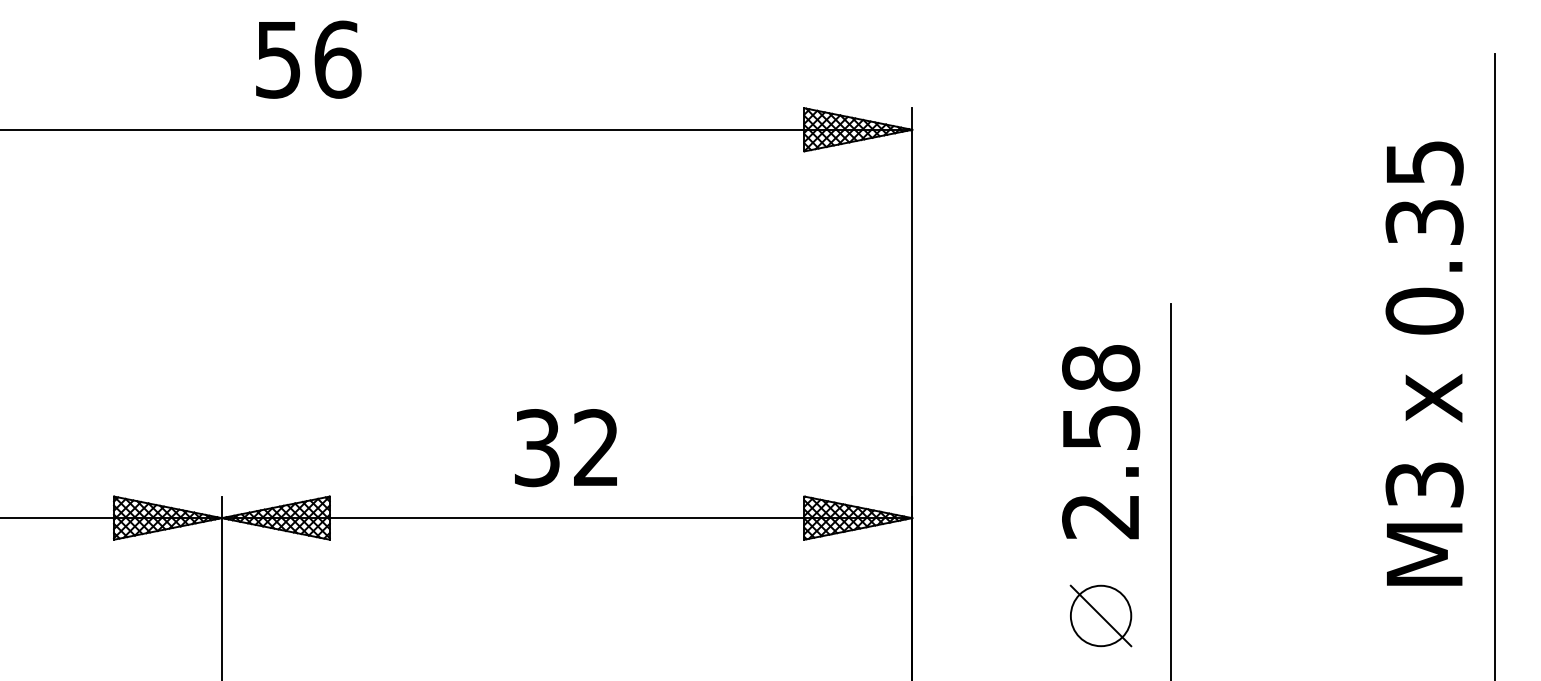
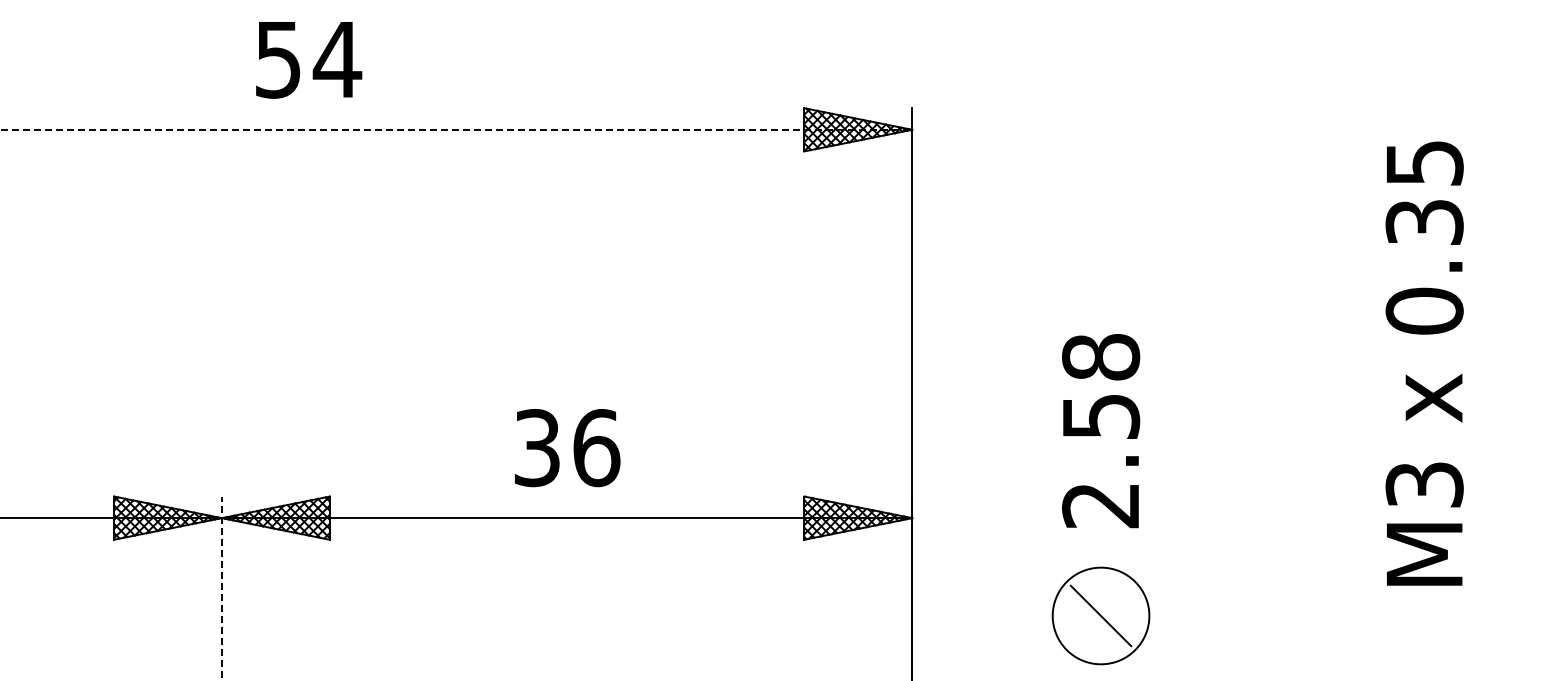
text at (337, 59): 56 -> 54
line at (456, 129): solid -> dashed
line at (1494, 365): present -> none
text at (1101, 442) position: (1101, 442) -> (1101, 431)
text at (596, 448): 32 -> 36
line at (1171, 490): present -> none
line at (221, 588): solid -> dashed
circle at (1100, 615) diameter: 60 px -> 97 px
